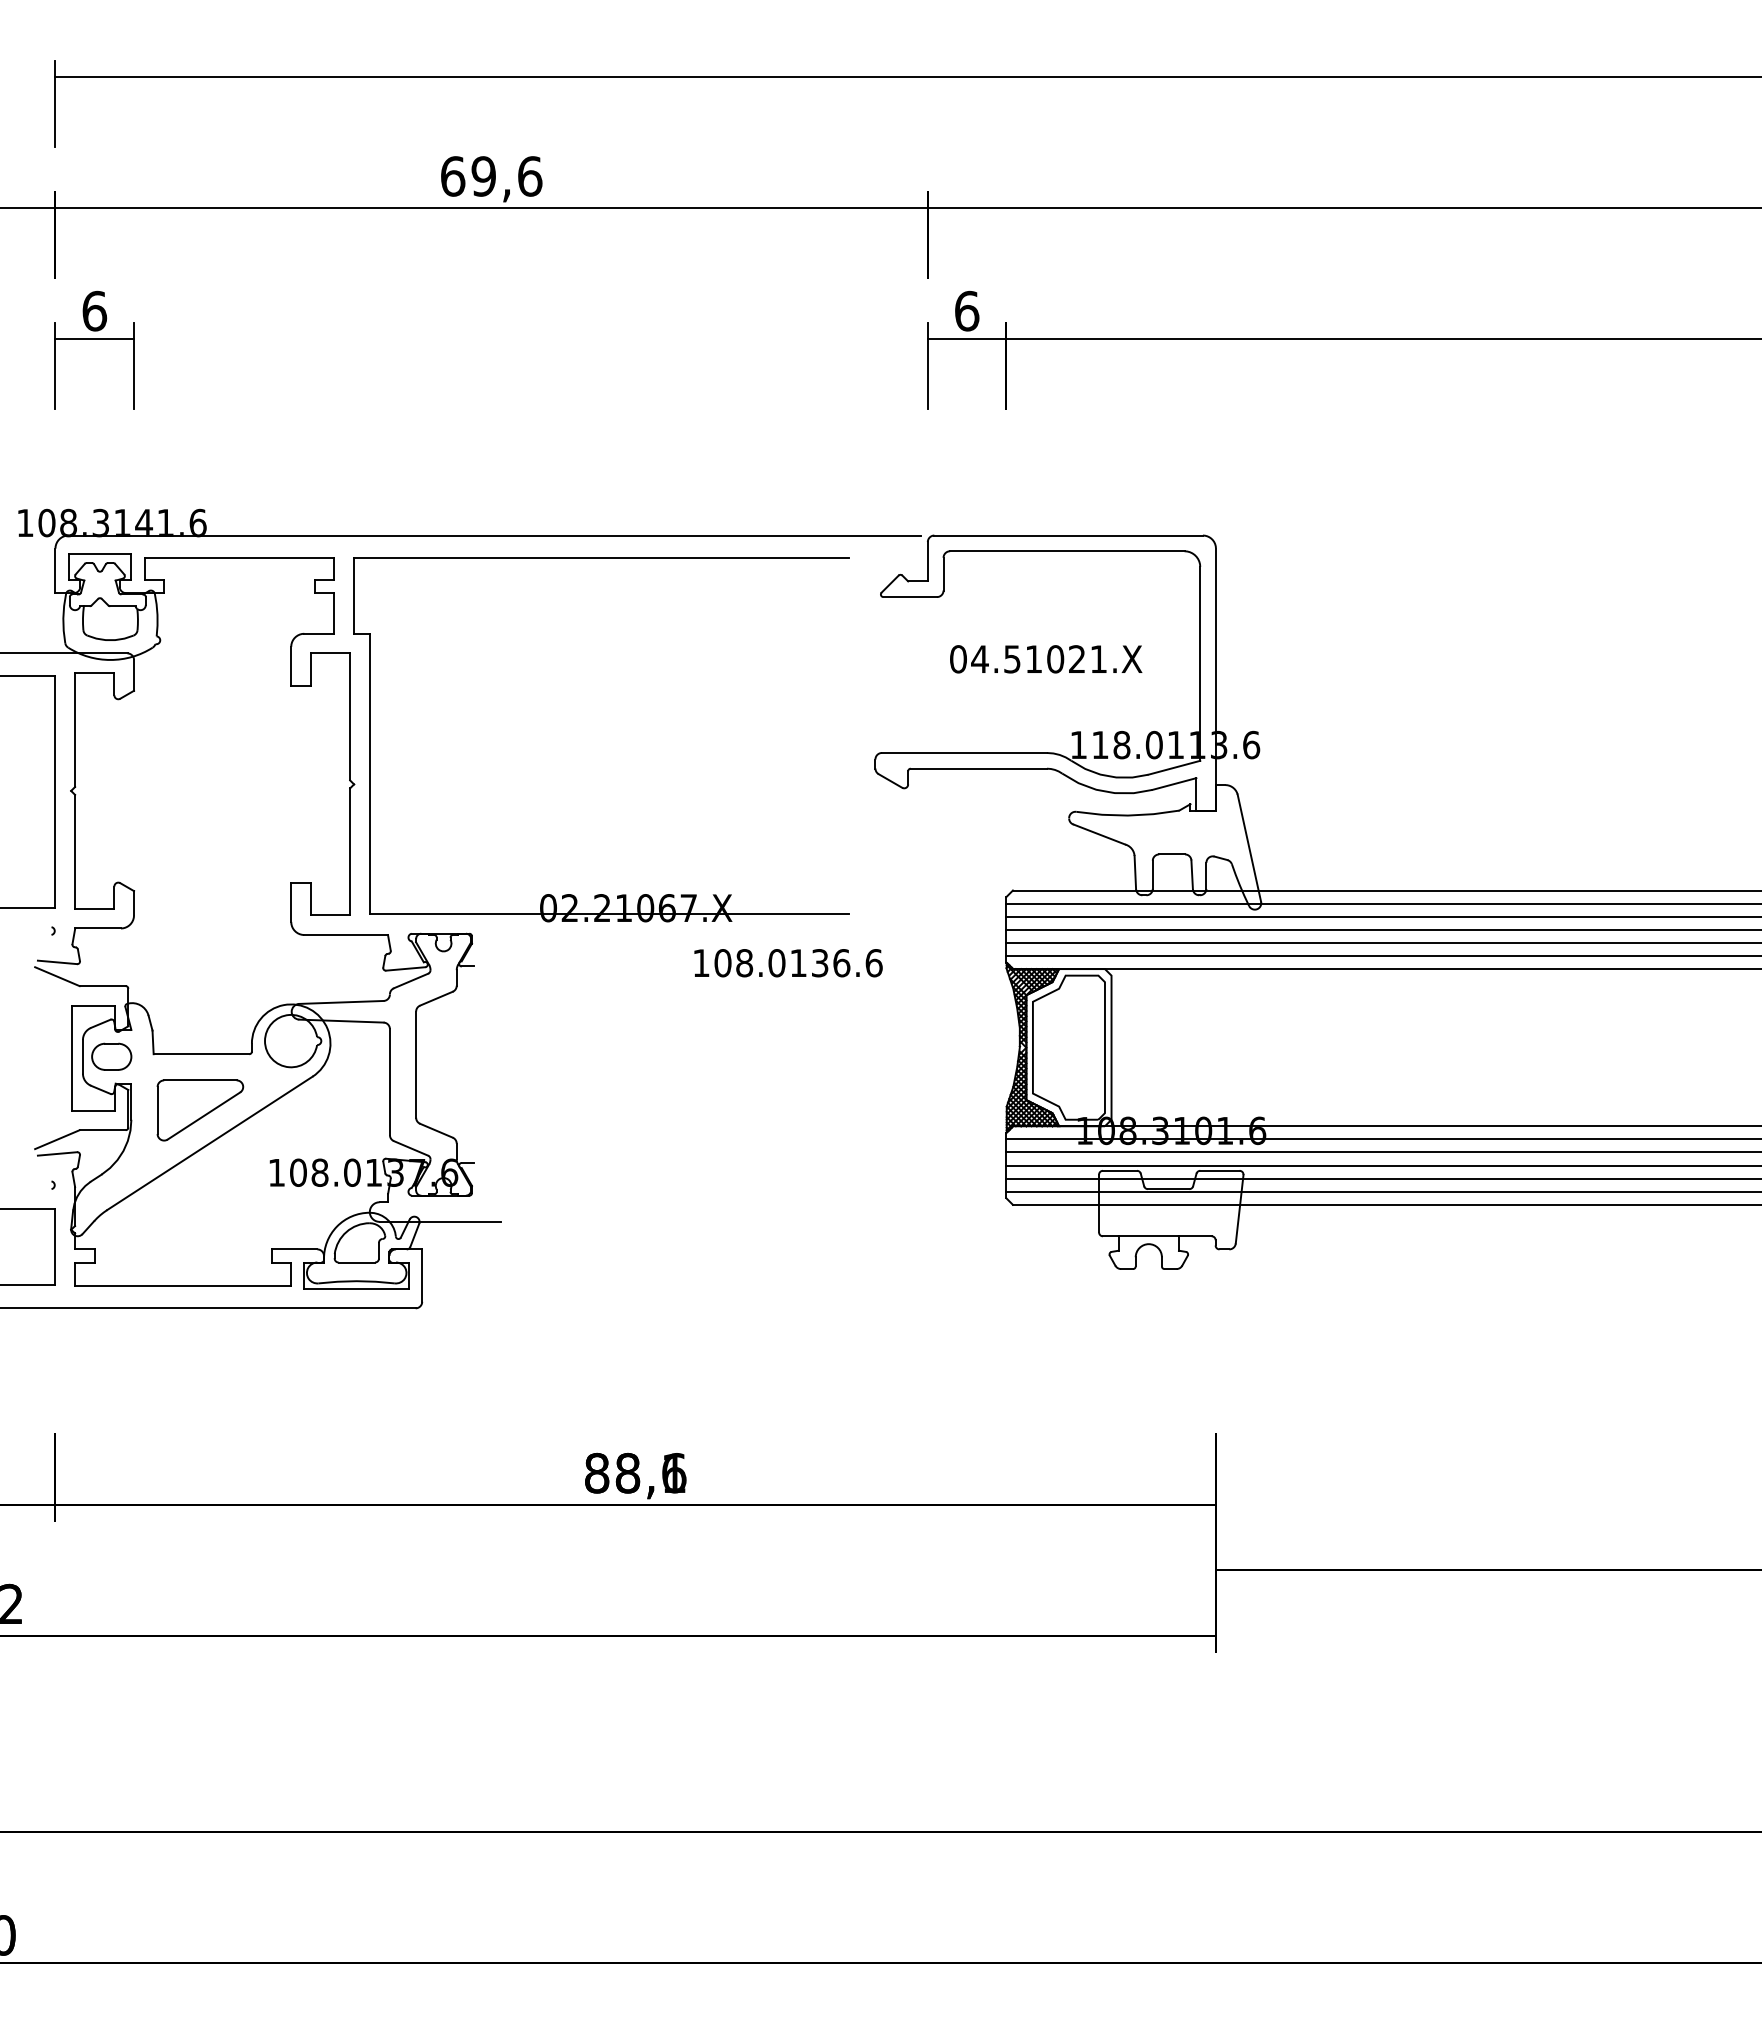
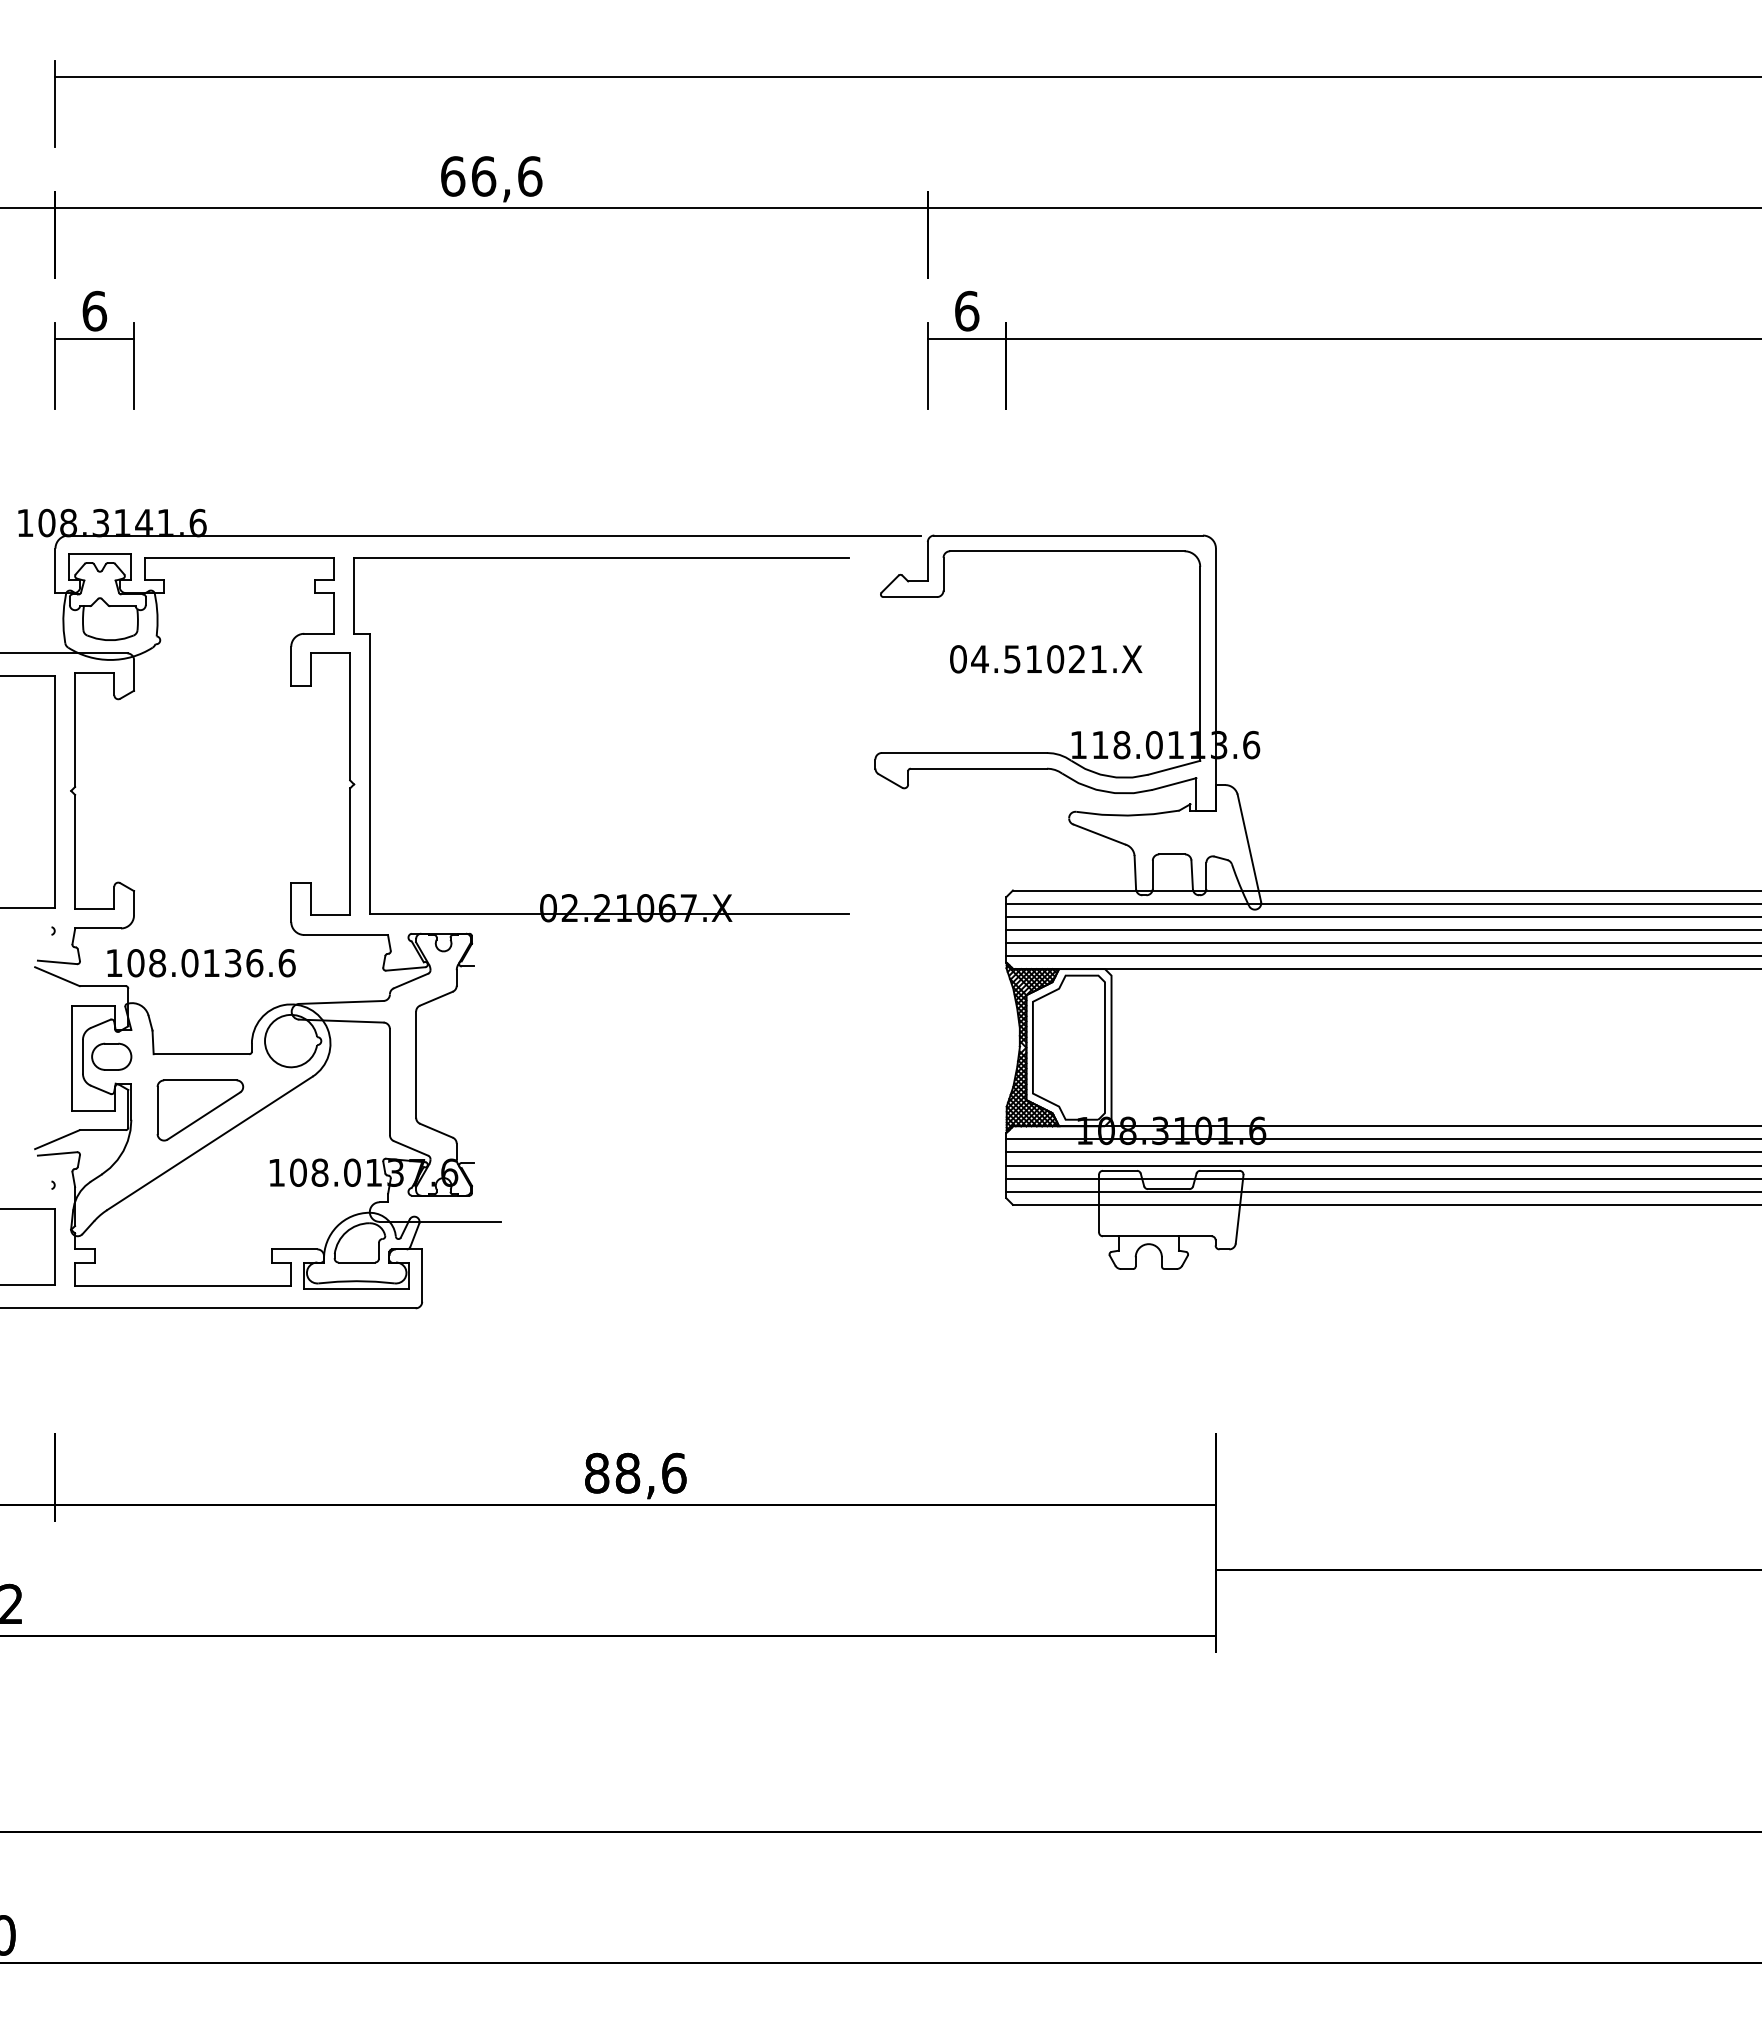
text at (483, 176): 69,6 -> 66,6
text at (788, 963) position: (788, 963) -> (201, 963)
text at (674, 1473): 88,1 -> 88,6
